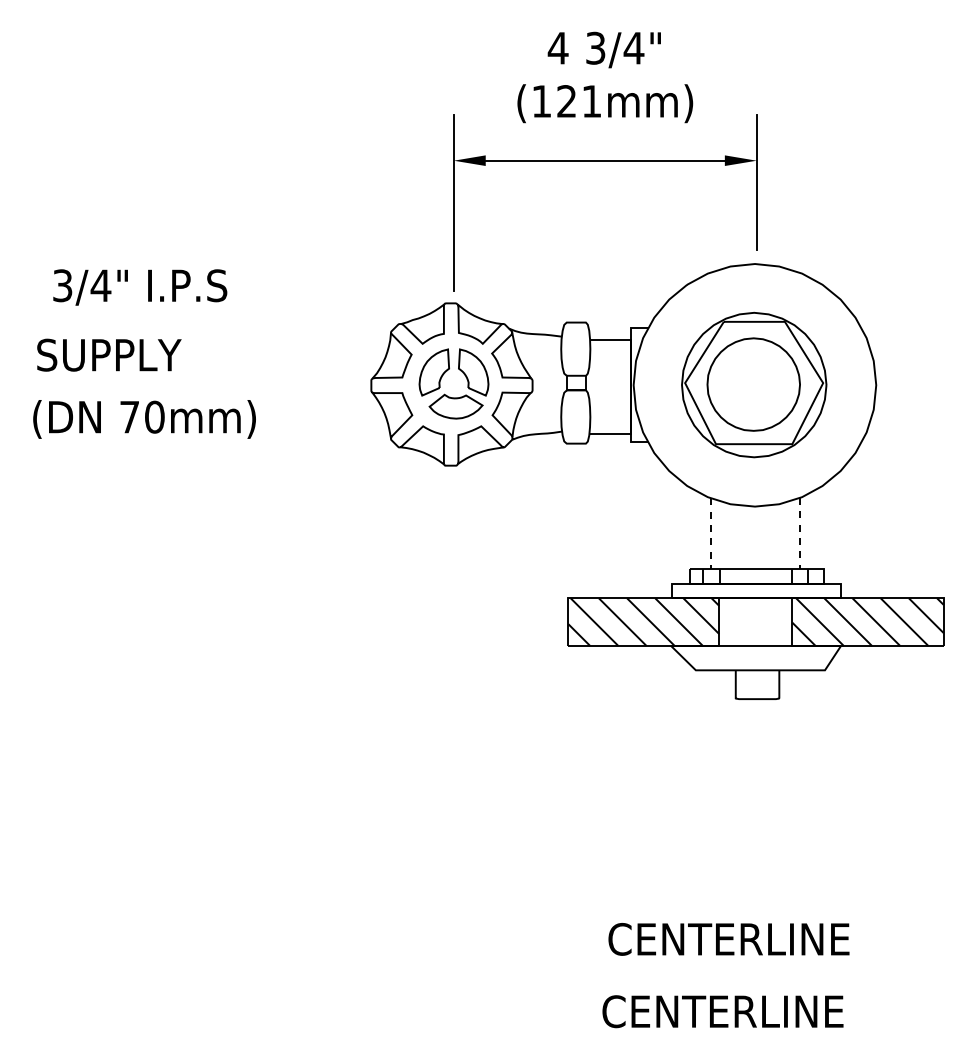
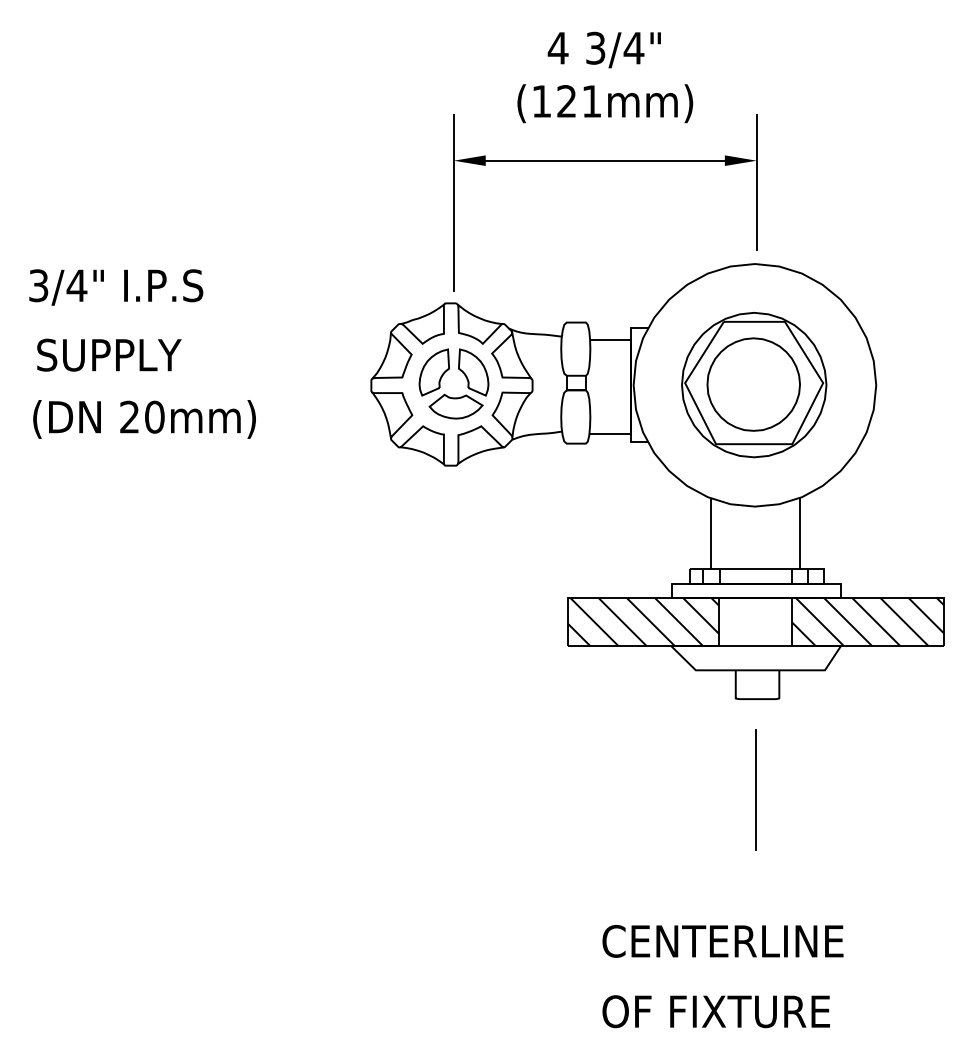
text at (140, 287) position: (140, 287) -> (116, 287)
text at (129, 416): 70mm) -> 20mm)
line at (711, 533): dashed -> solid
line at (800, 533): dashed -> solid
line at (756, 790): none -> present
text at (728, 939) position: (728, 939) -> (722, 941)
text at (723, 1011): CENTERLINE -> OF FIXTURE
